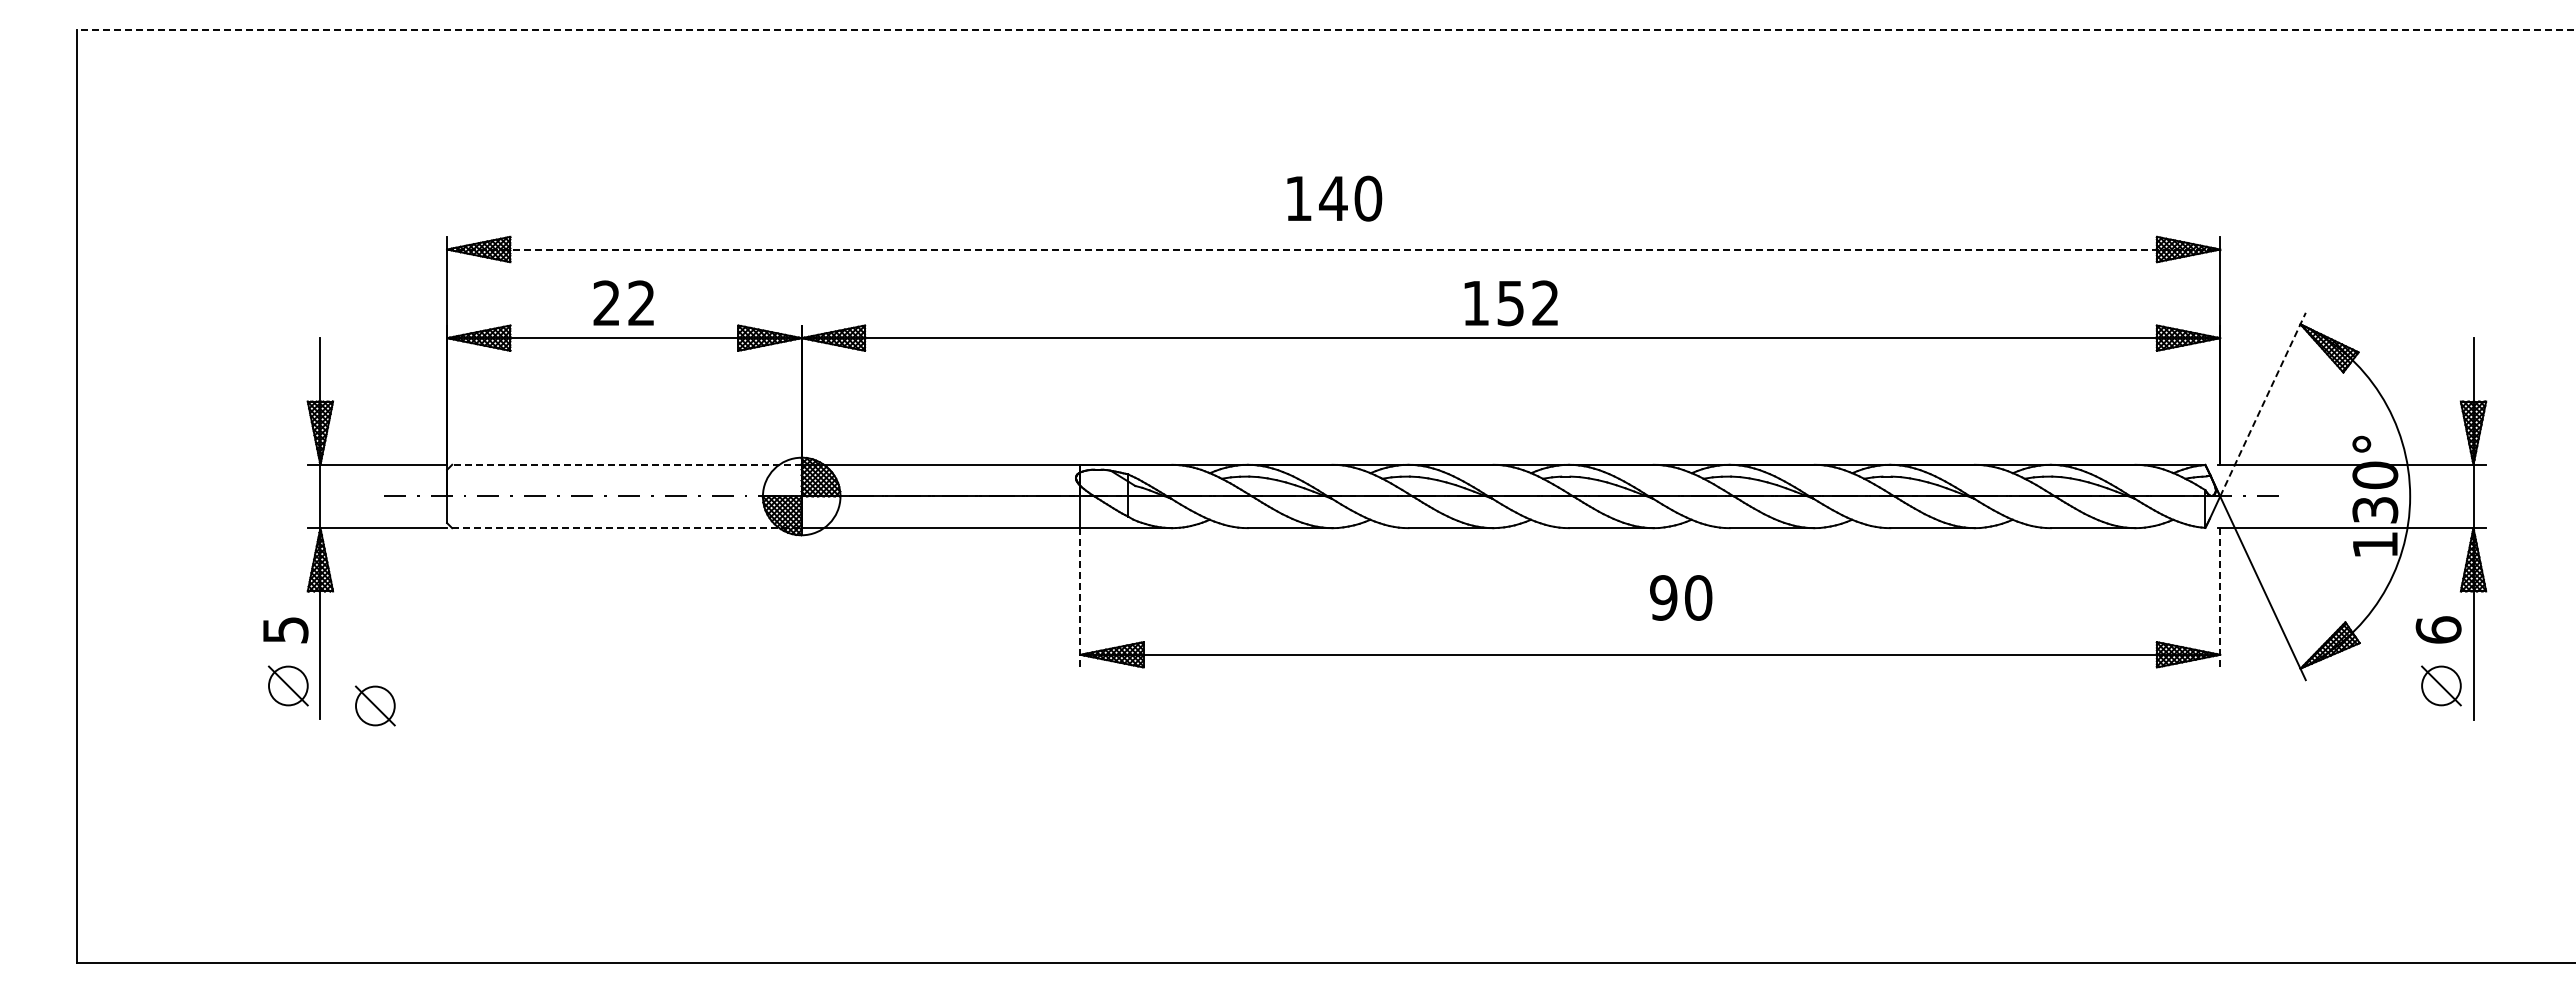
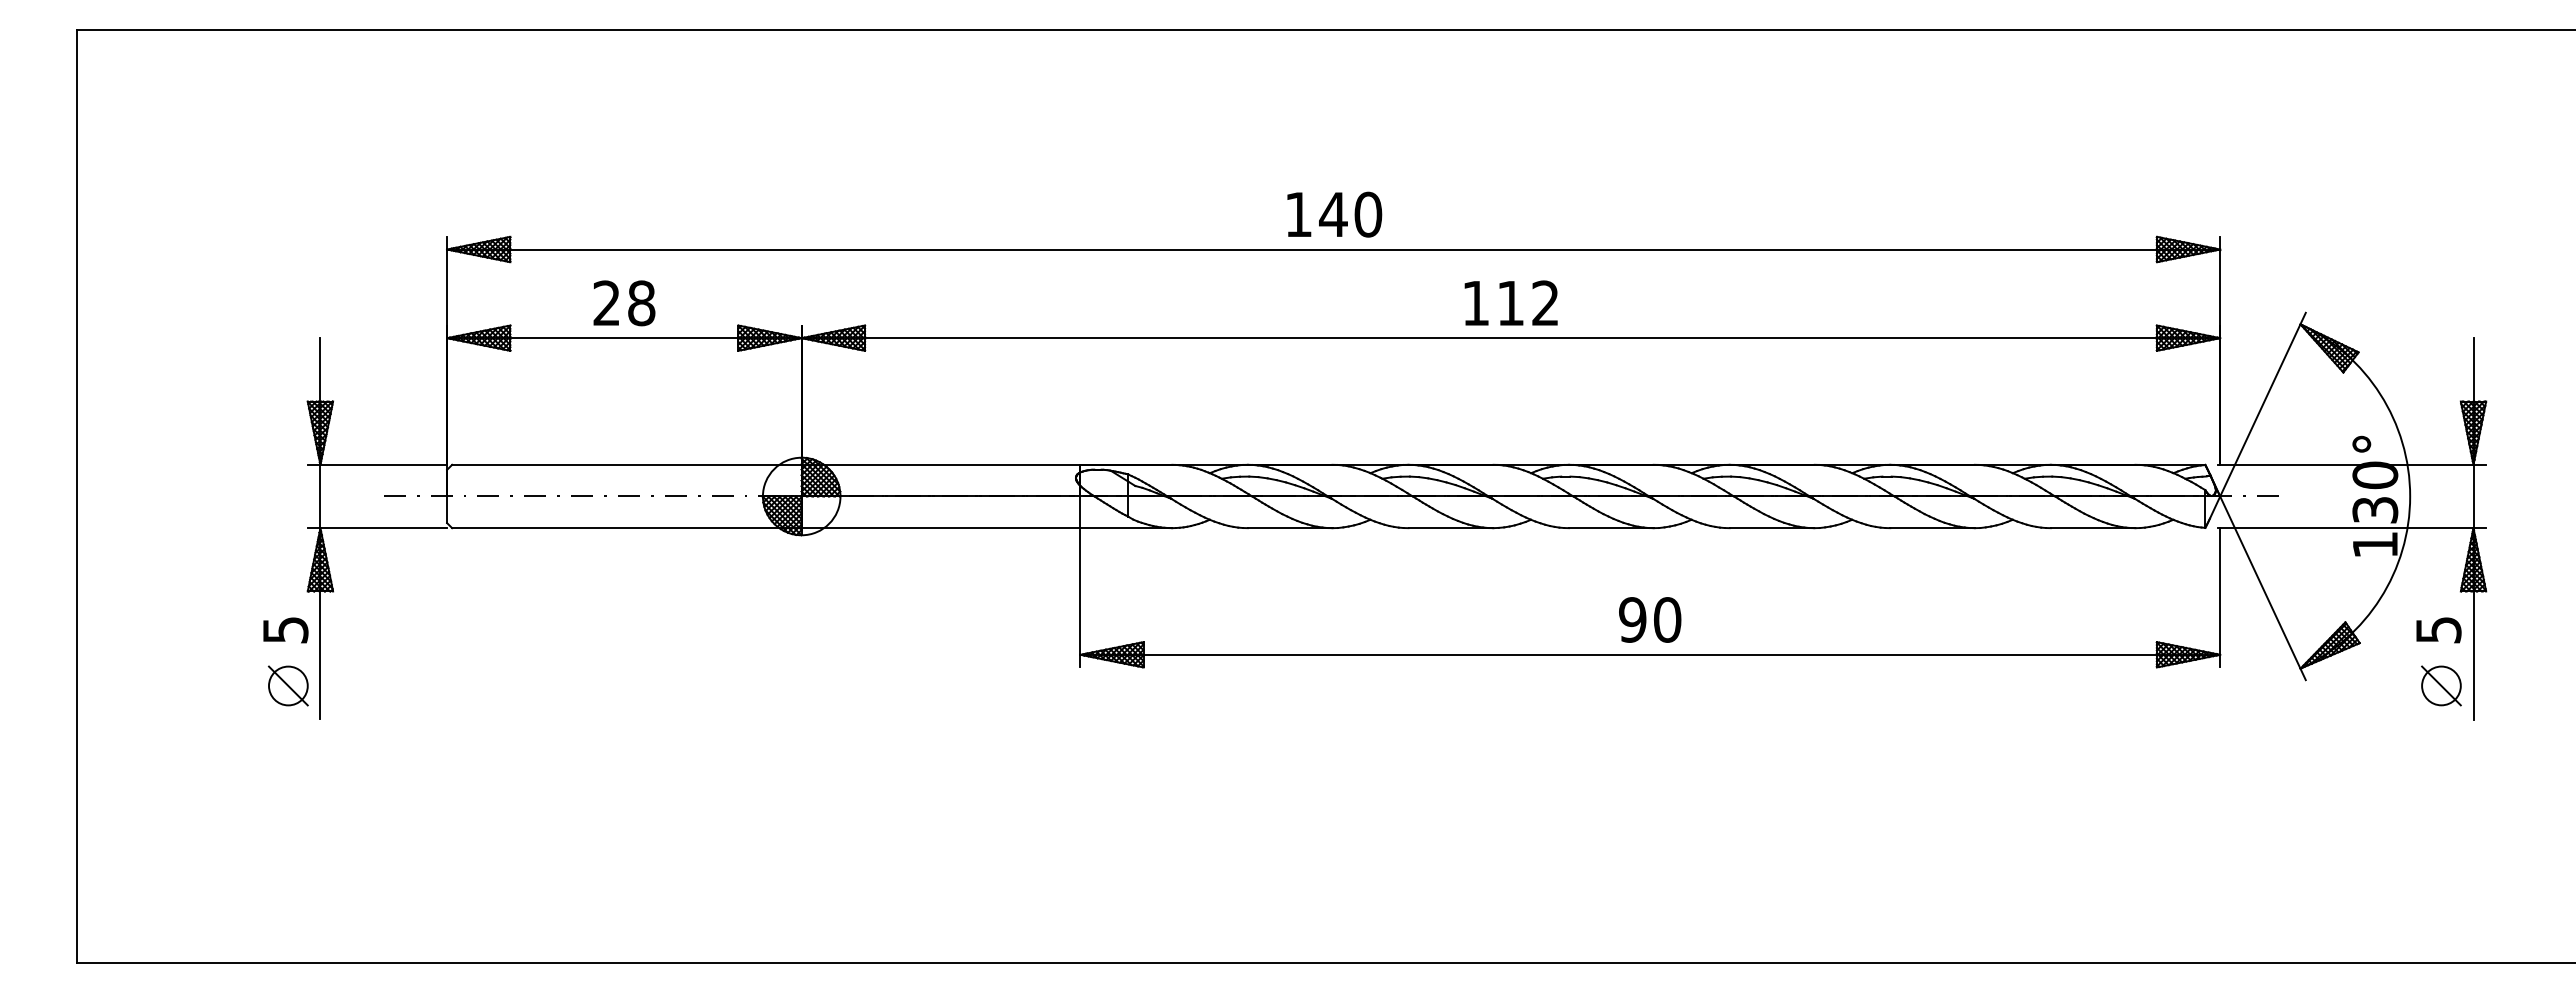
line at (1326, 29): dashed -> solid
text at (1334, 198) position: (1334, 198) -> (1334, 214)
line at (1333, 249): dashed -> solid
text at (641, 303): 22 -> 28
text at (1510, 303): 152 -> 112
line at (2263, 404): dashed -> solid
line at (626, 464): dashed -> solid
line at (626, 528): dashed -> solid
line at (1080, 597): dashed -> solid
text at (1681, 597) position: (1681, 597) -> (1650, 619)
line at (2220, 597): dashed -> solid
text at (2438, 629): 6 -> 5
part at (374, 705): present -> none
